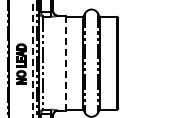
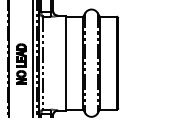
line at (32, 59): dashed -> solid
line at (66, 63): dashed -> solid
